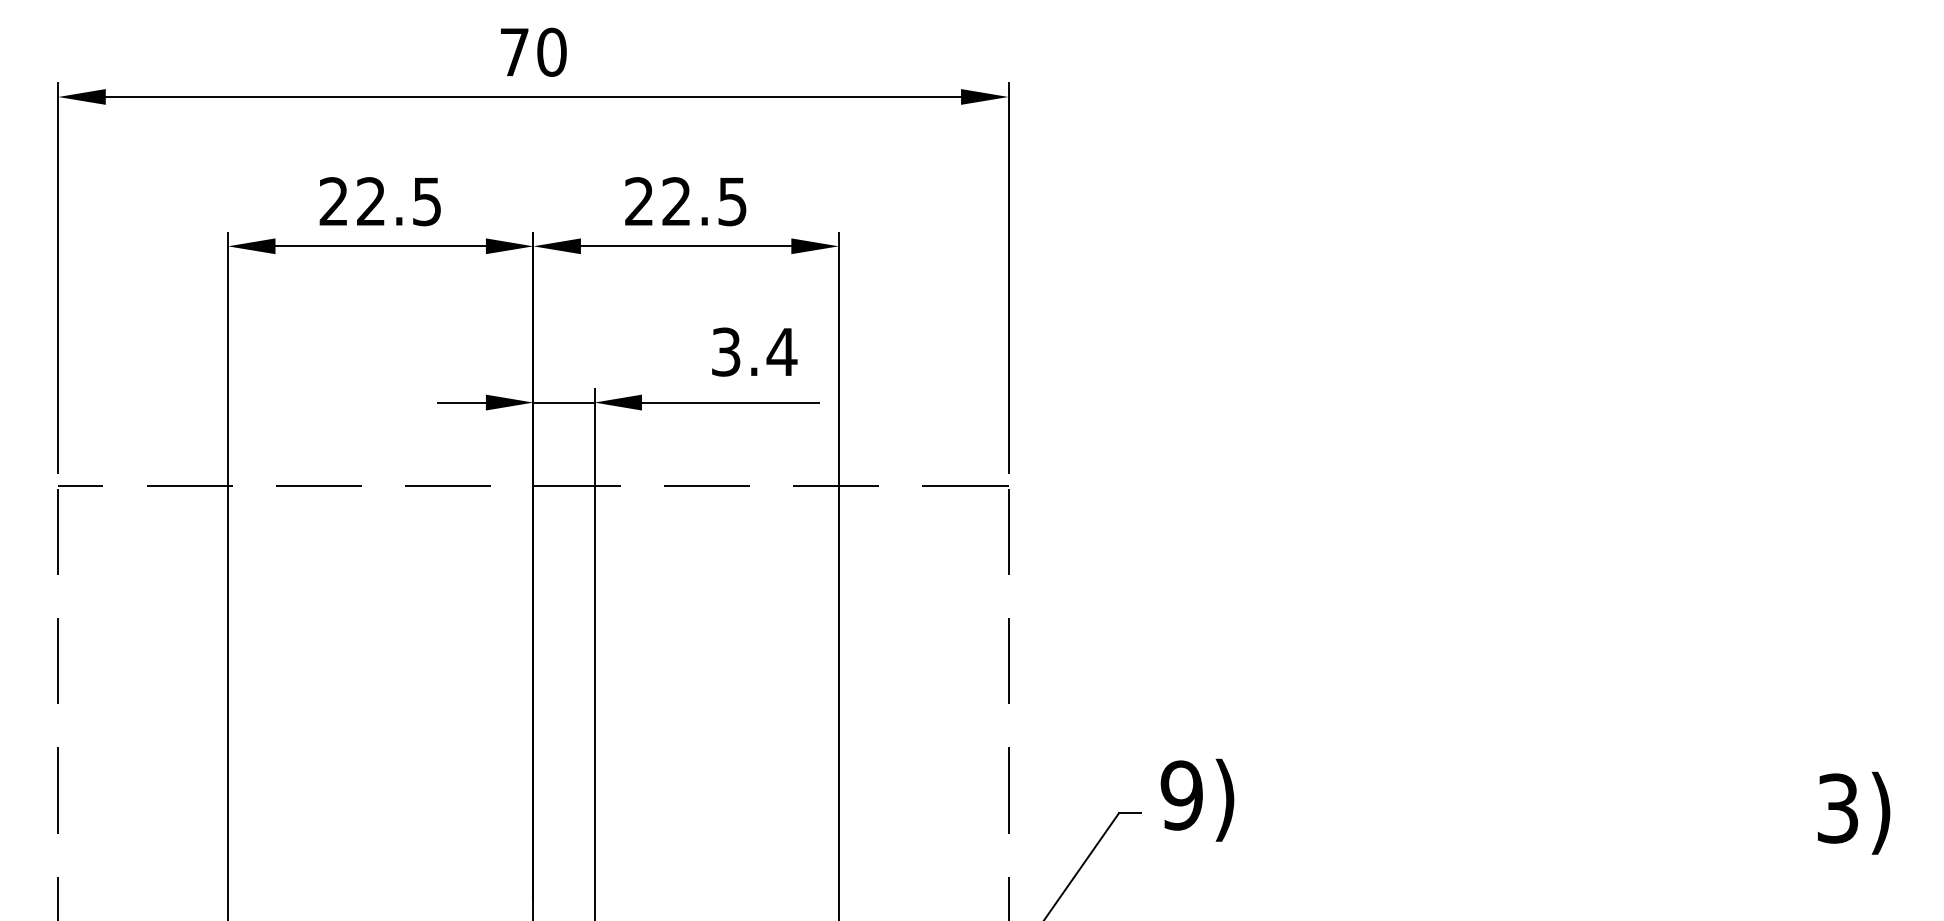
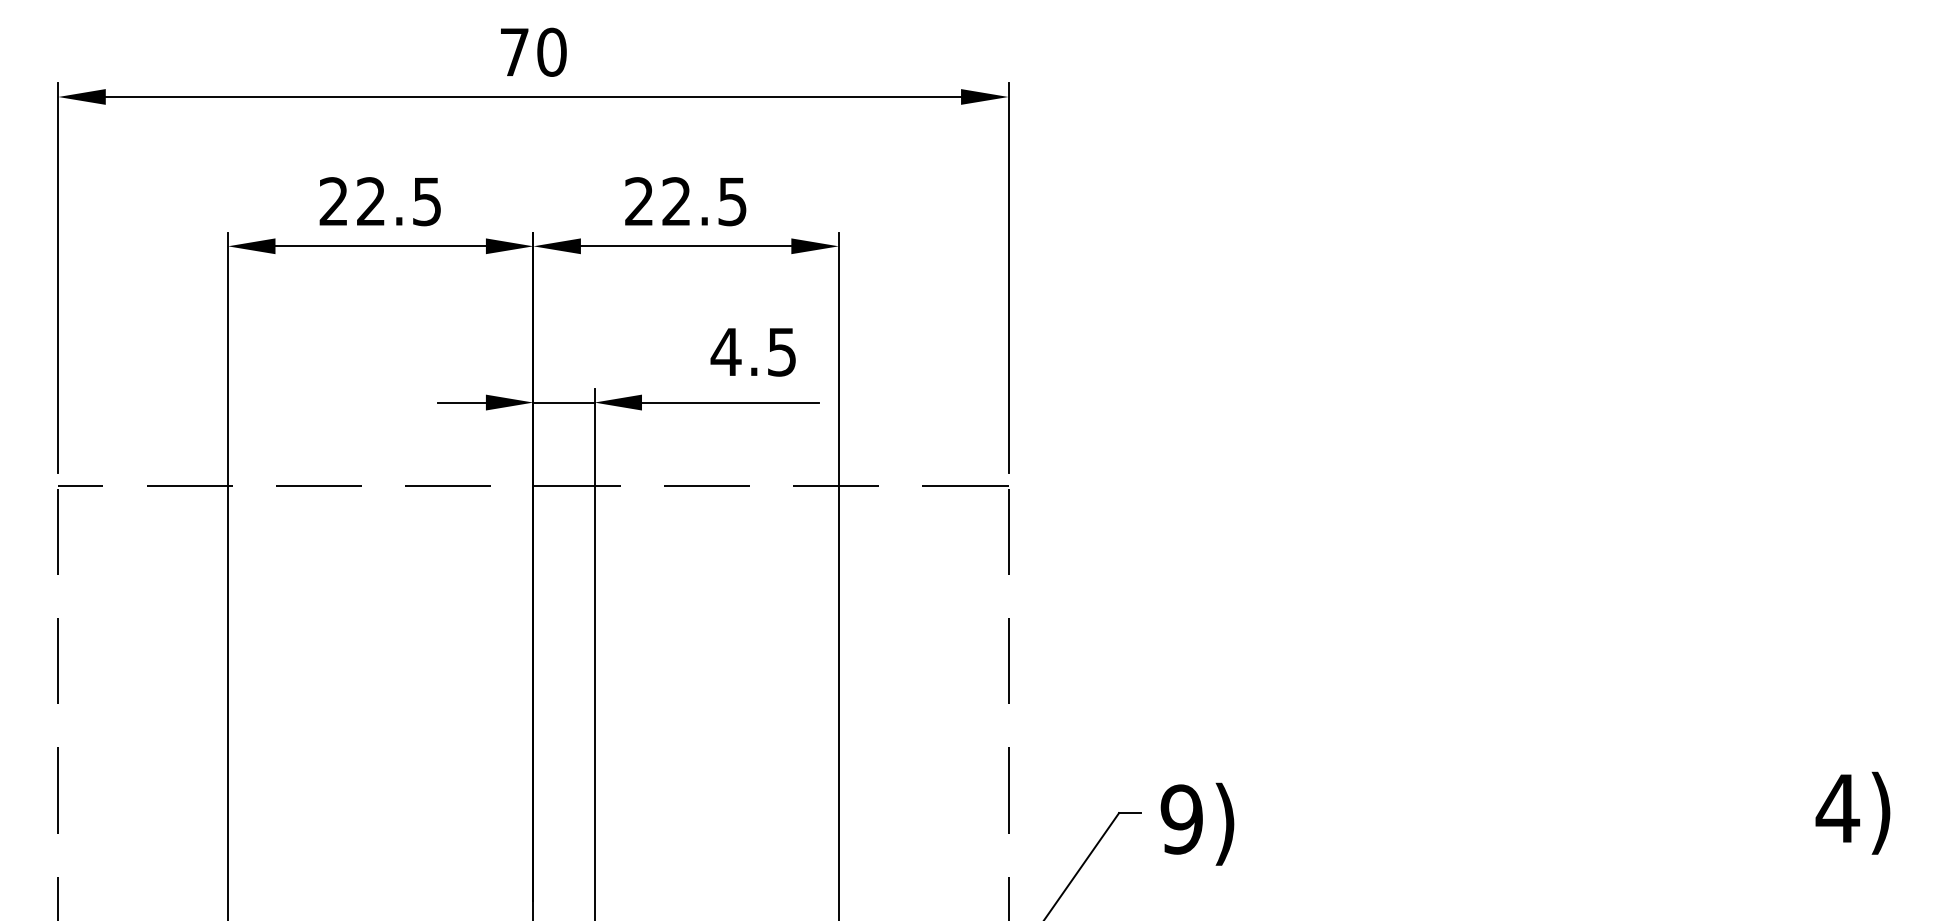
text at (753, 351): 3.4 -> 4.5
text at (1197, 799) position: (1197, 799) -> (1197, 823)
text at (1837, 808): 3) -> 4)
